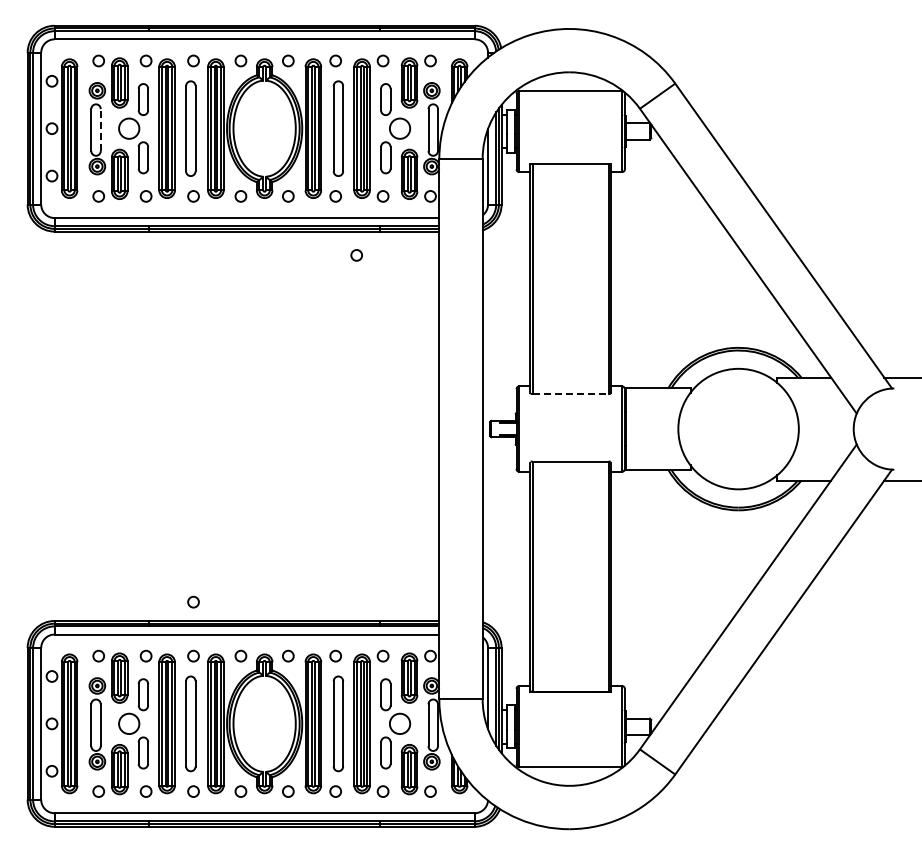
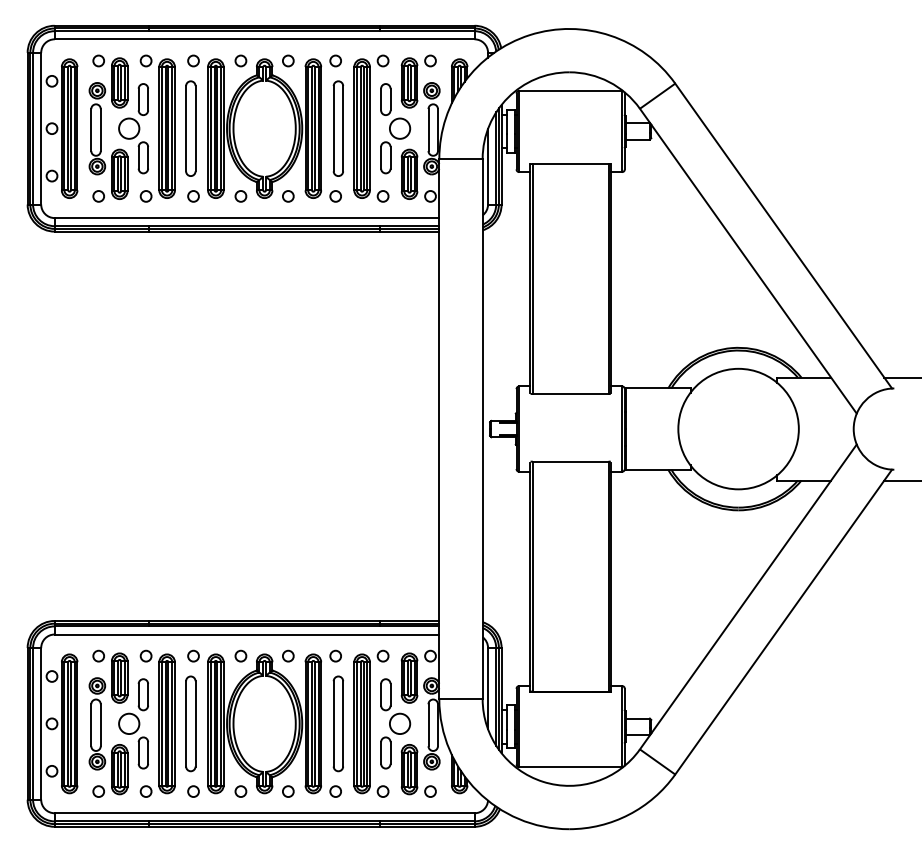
line at (100, 130): dashed -> solid
circle at (356, 255): present -> none
line at (570, 394): dashed -> solid
circle at (193, 601): present -> none
